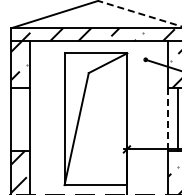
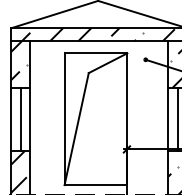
line at (139, 13): dashed -> solid
line at (20, 118): none -> present
line at (168, 119): dashed -> solid
